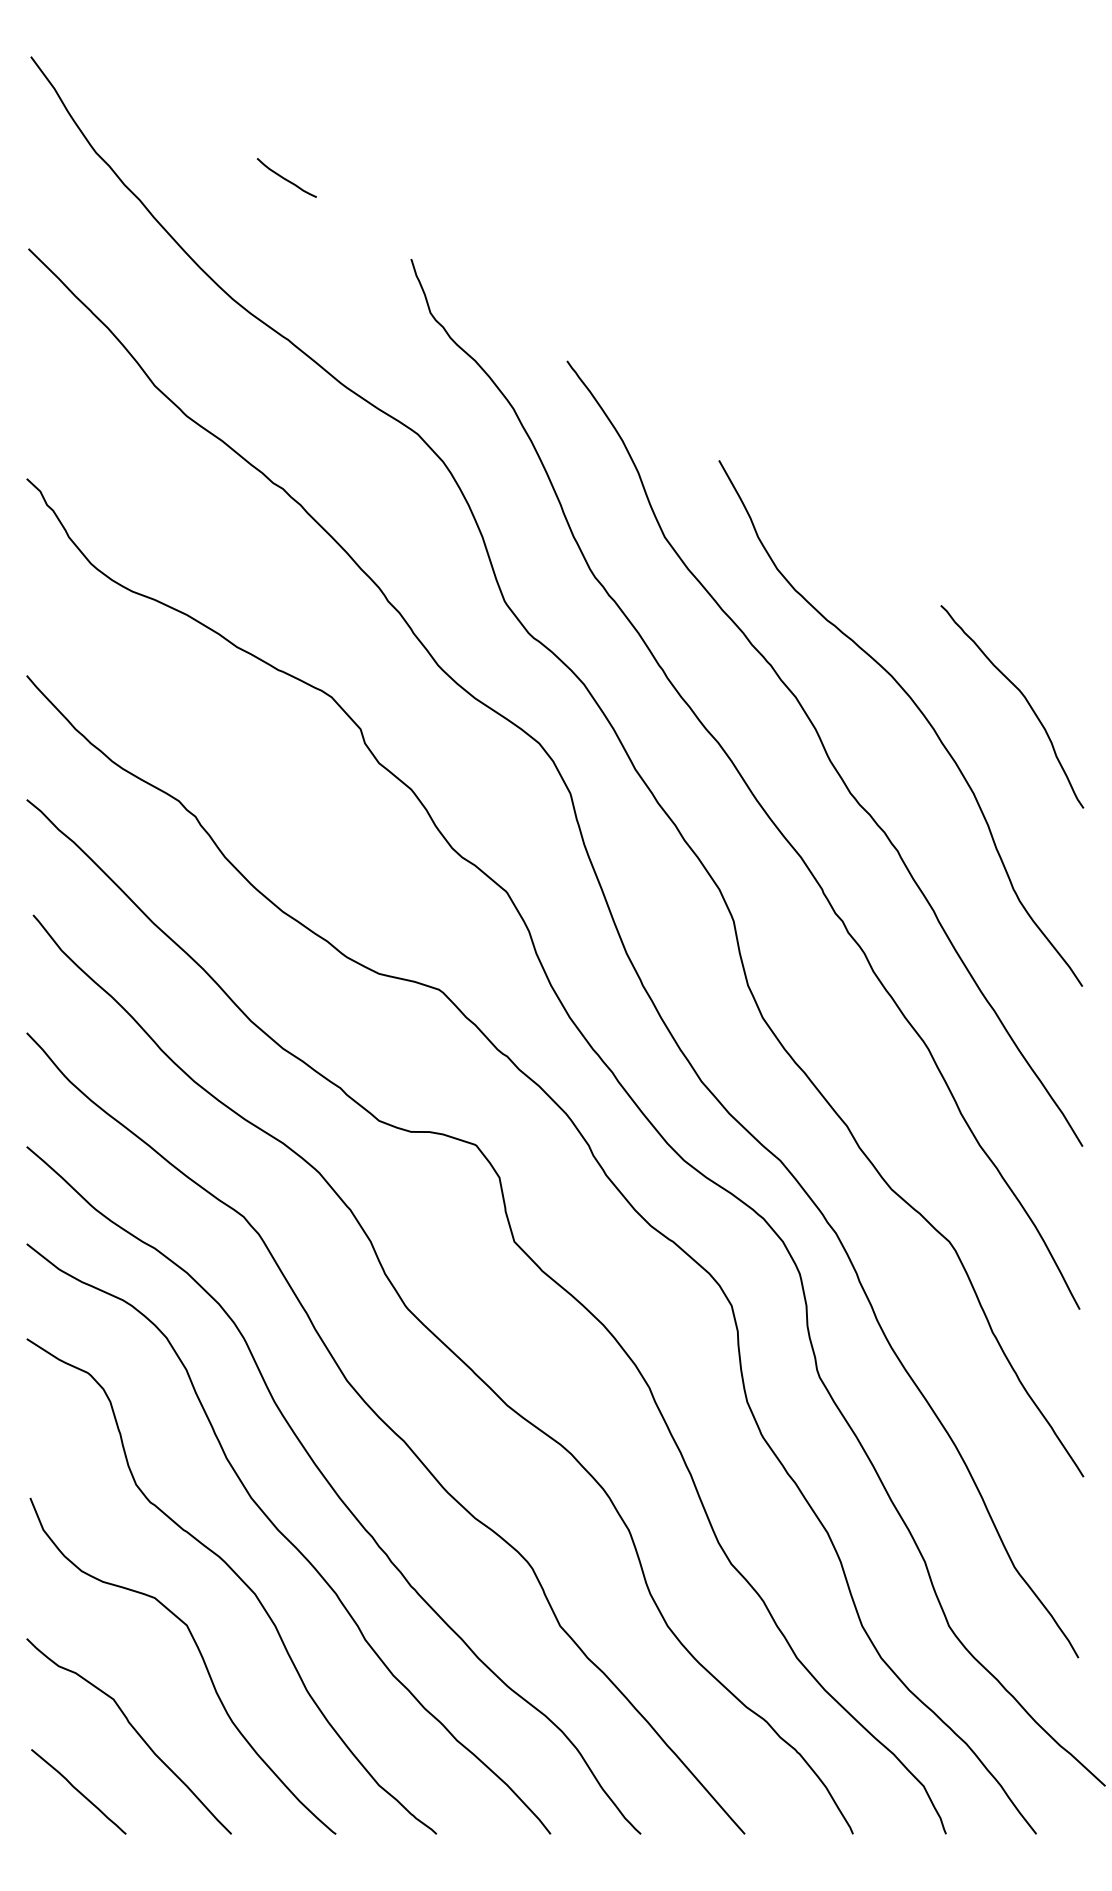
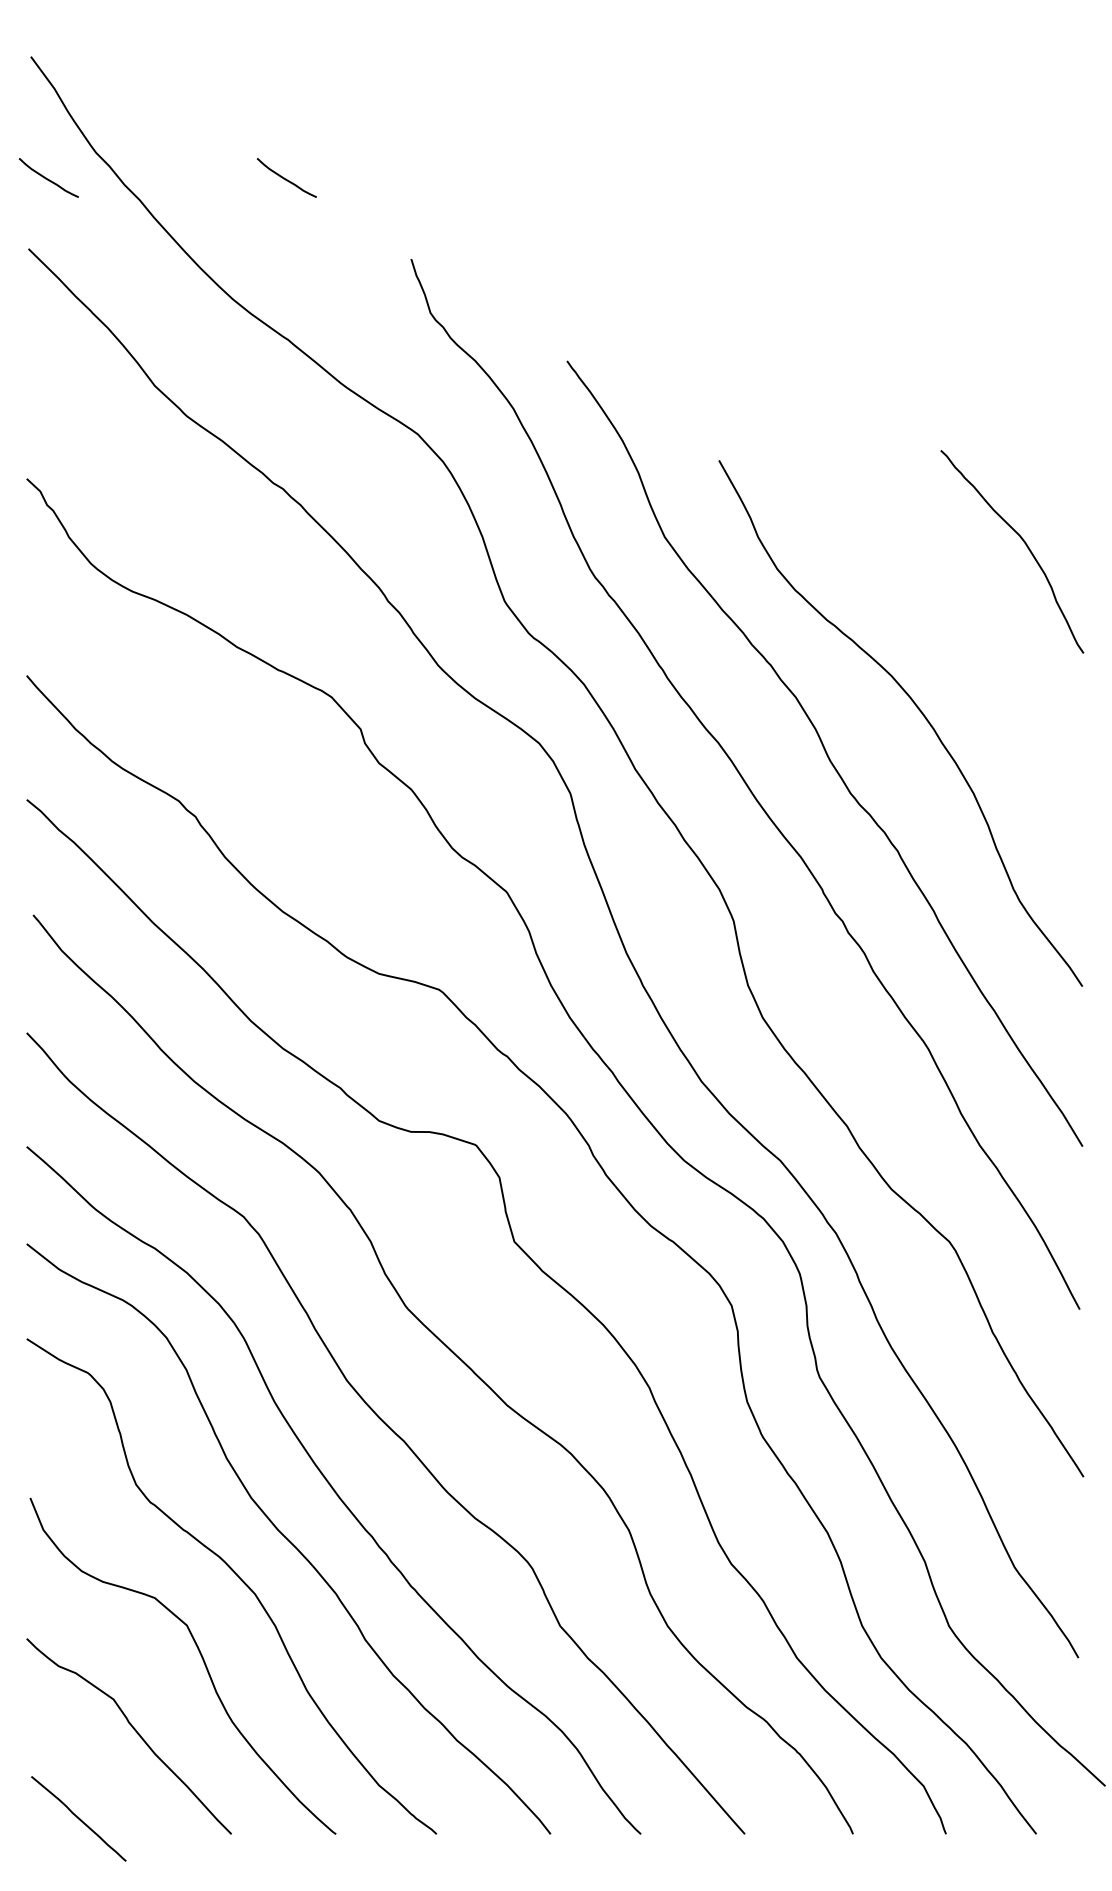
curve at (48, 178): none -> present
curve at (1023, 697) position: (1023, 697) -> (1023, 542)
curve at (78, 1791) position: (78, 1791) -> (78, 1818)
